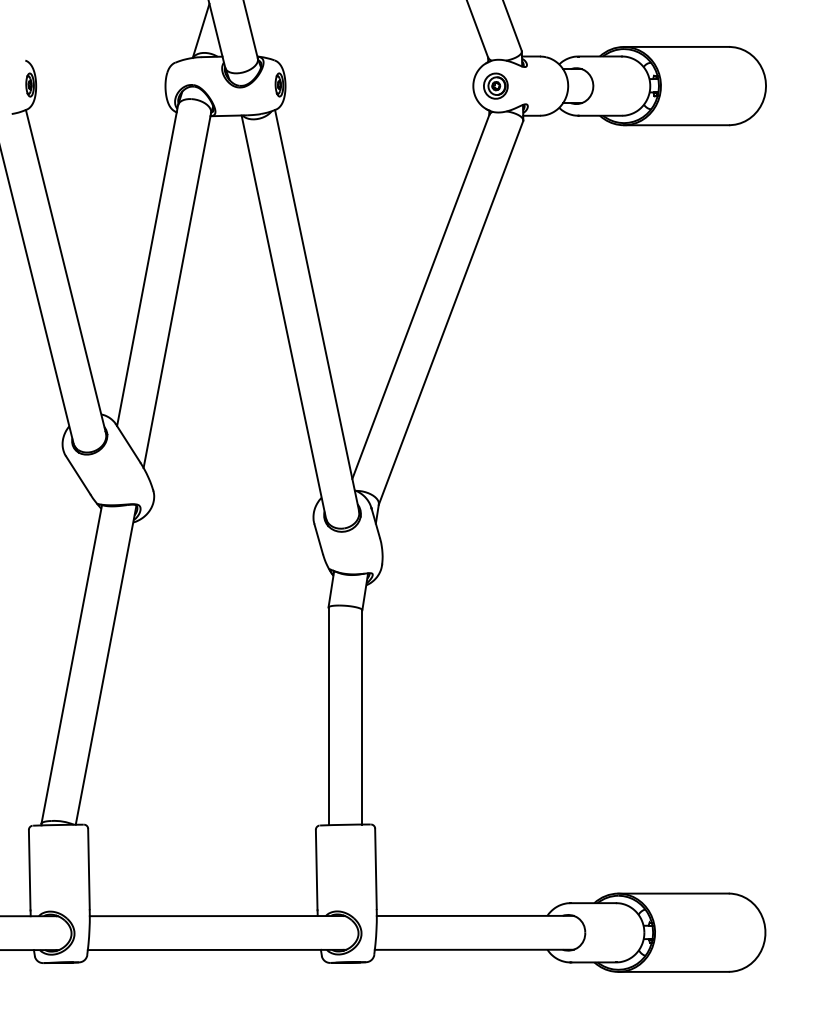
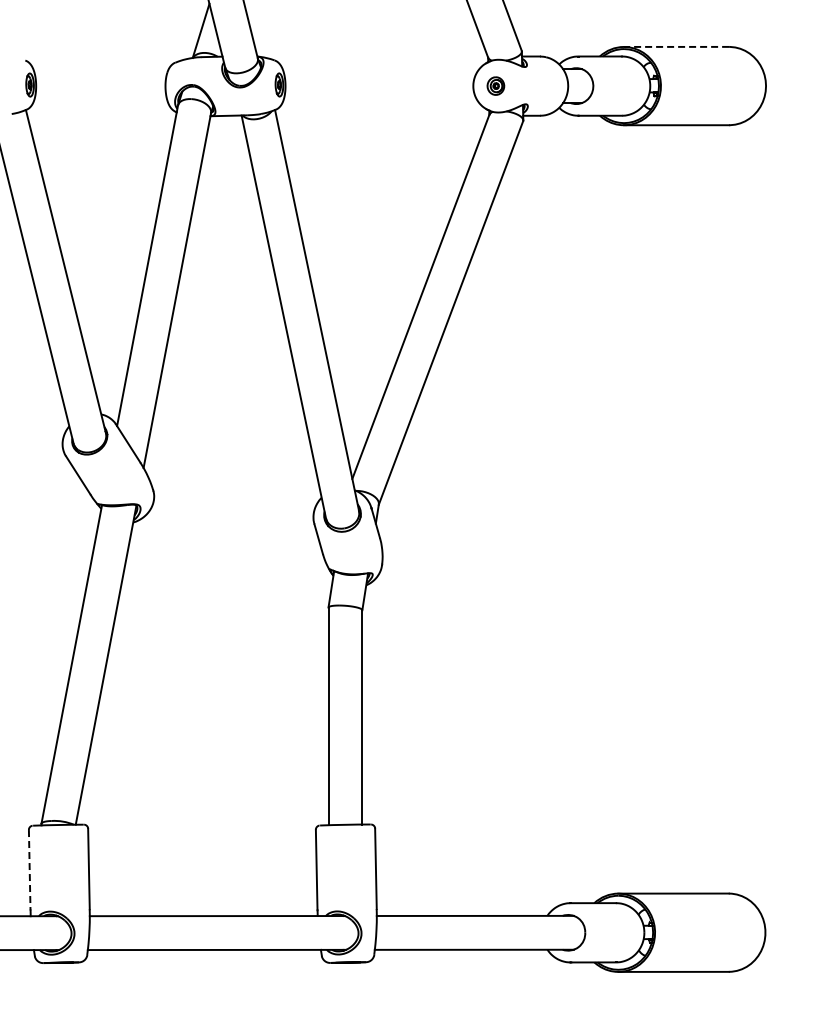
line at (676, 46): solid -> dashed
part at (495, 85) size: 26x28 px -> 20x20 px
line at (29, 870): solid -> dashed
